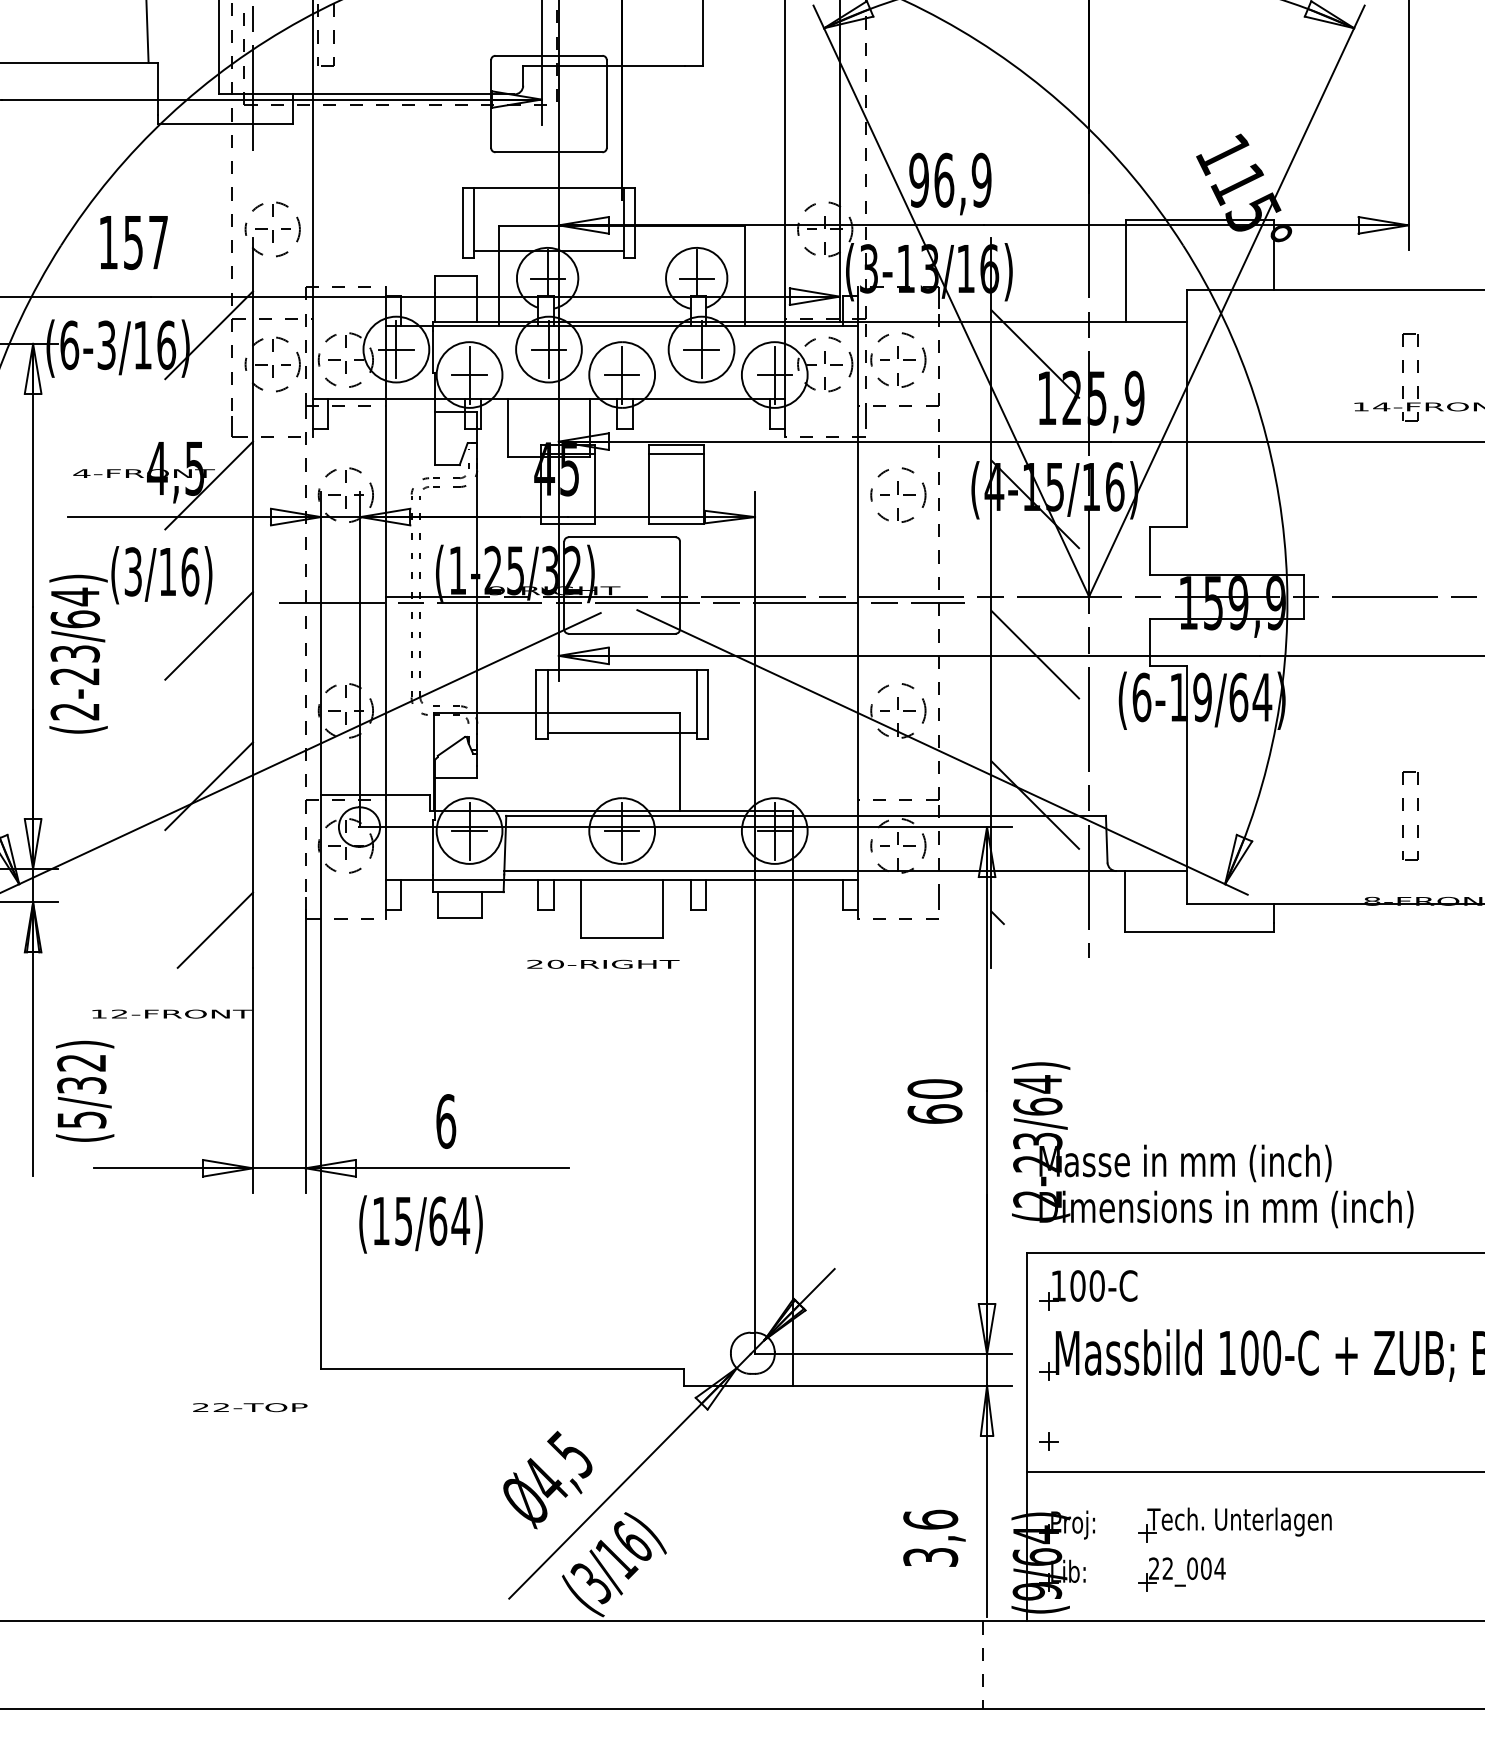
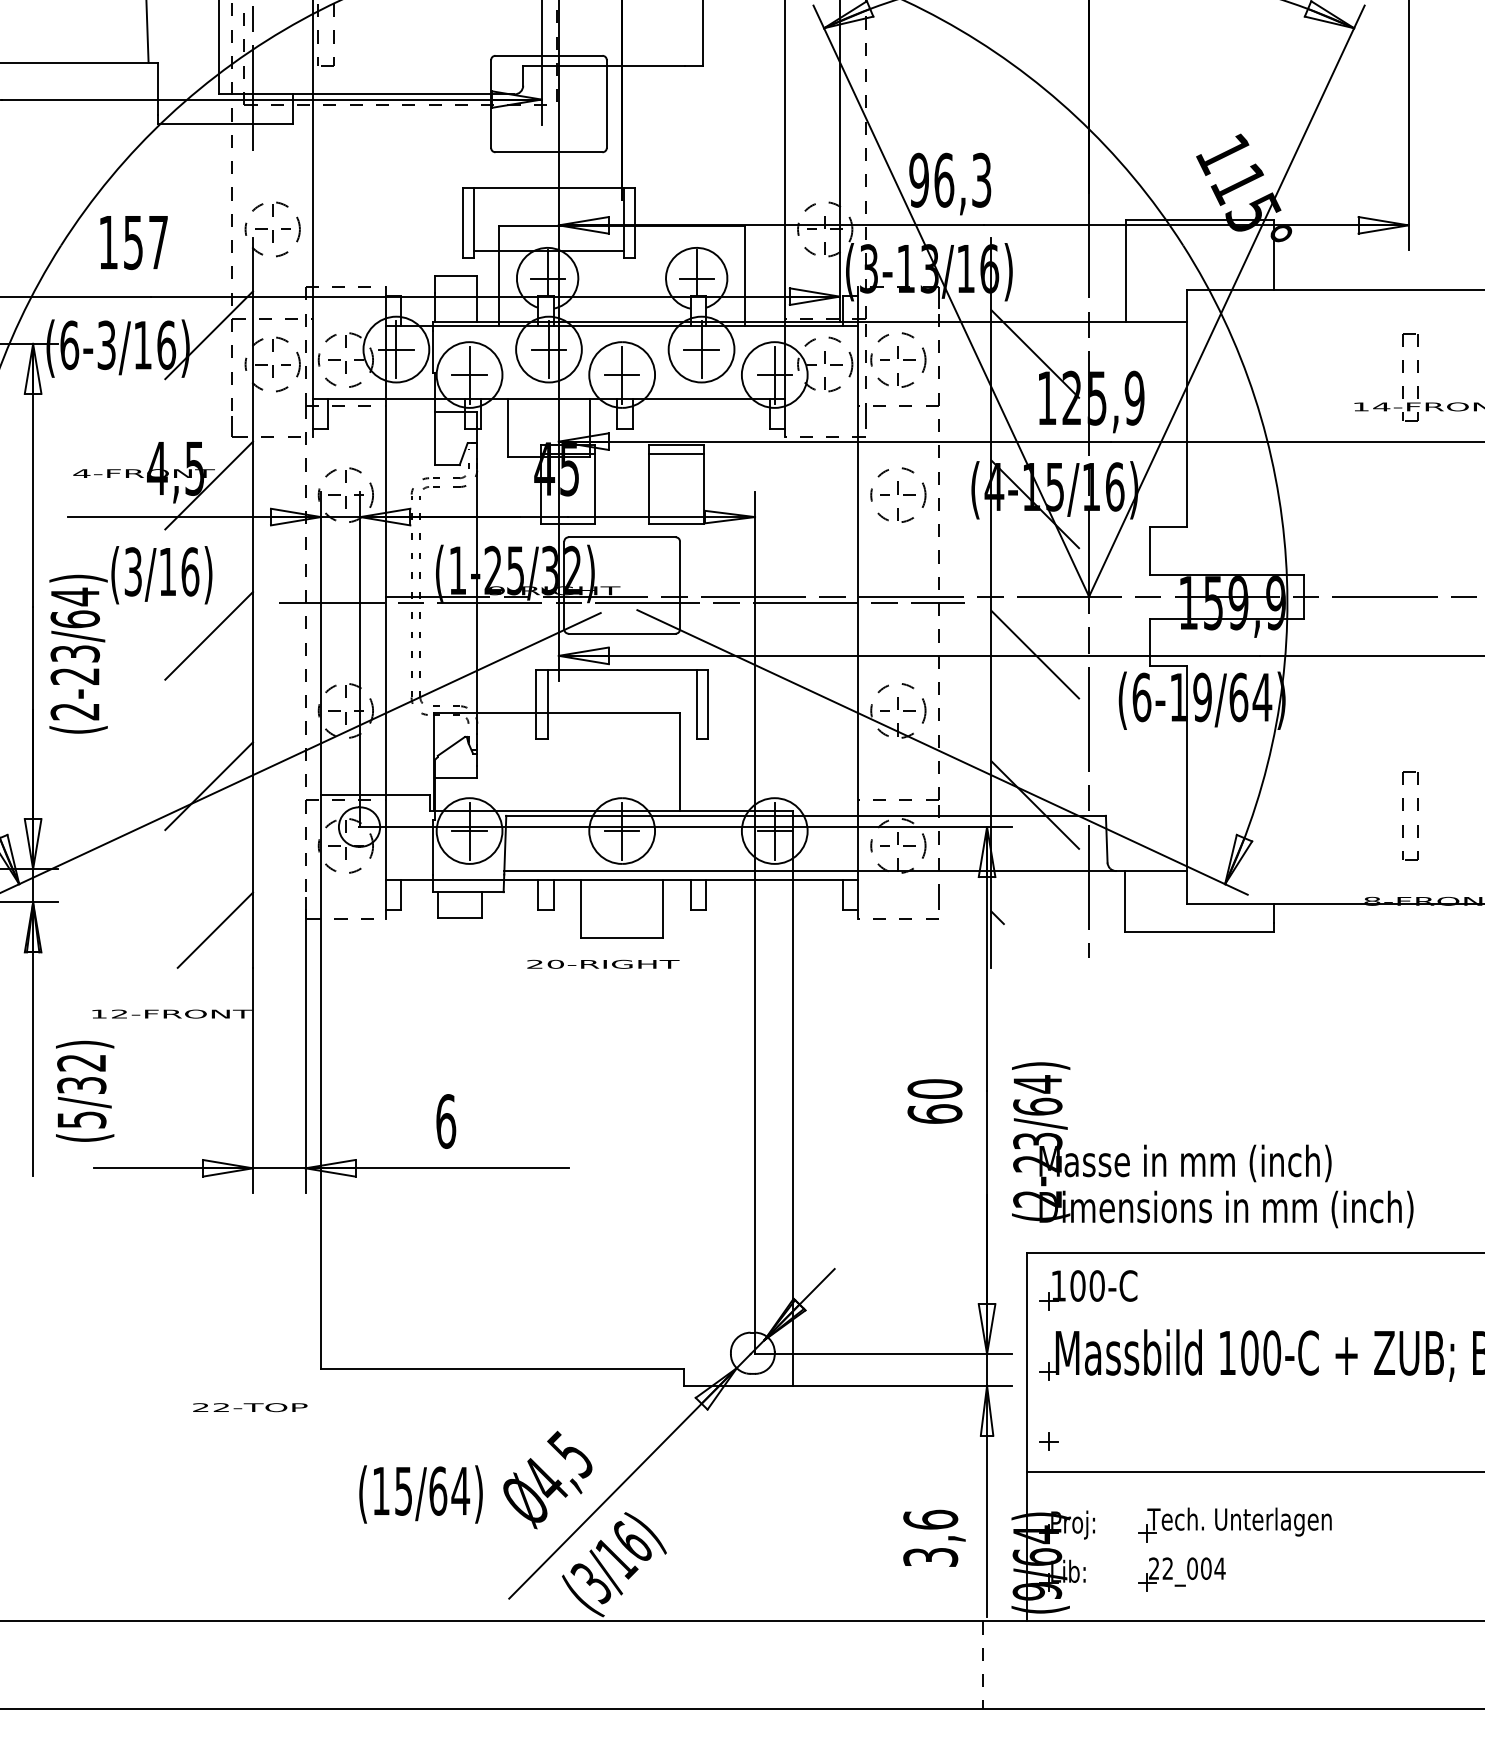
text at (981, 180): 96,9 -> 96,3
line at (621, 732): present -> none
text at (420, 1224) position: (420, 1224) -> (420, 1494)
